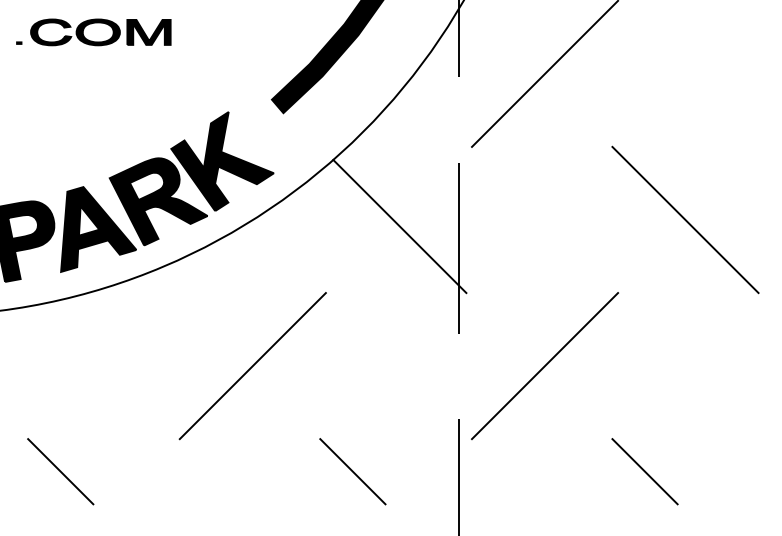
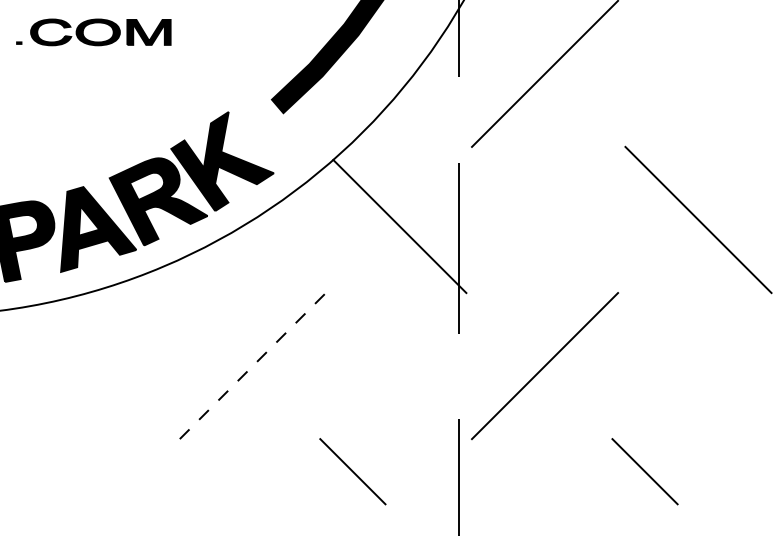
line at (685, 219) position: (685, 219) -> (698, 219)
line at (253, 365): solid -> dashed
line at (60, 471): present -> none
